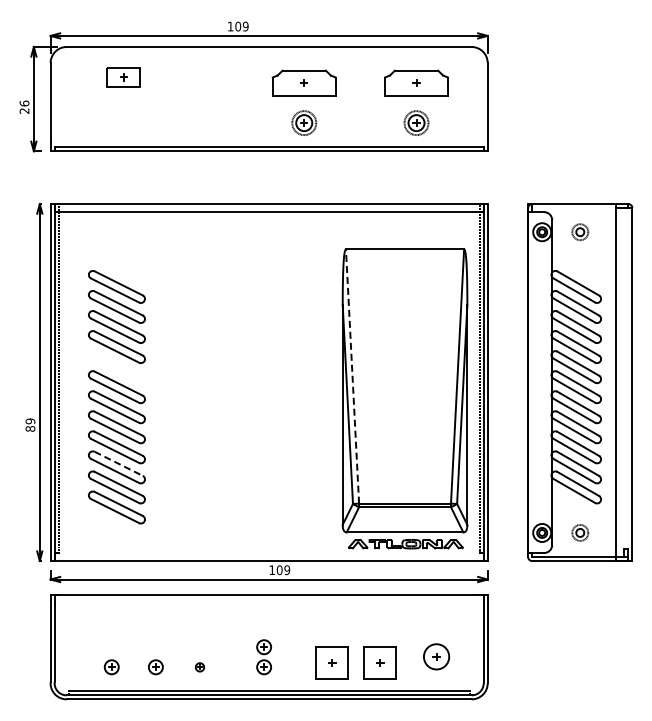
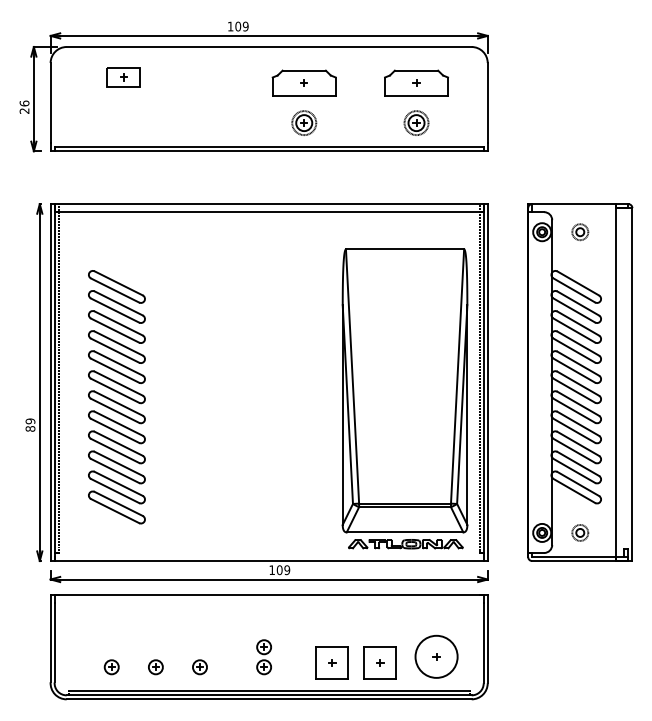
part at (116, 366): none -> present
line at (352, 376): dashed -> solid
line at (118, 463): dashed -> solid
circle at (436, 656) diameter: 25 px -> 42 px
part at (199, 667) size: 12x11 px -> 16x17 px
